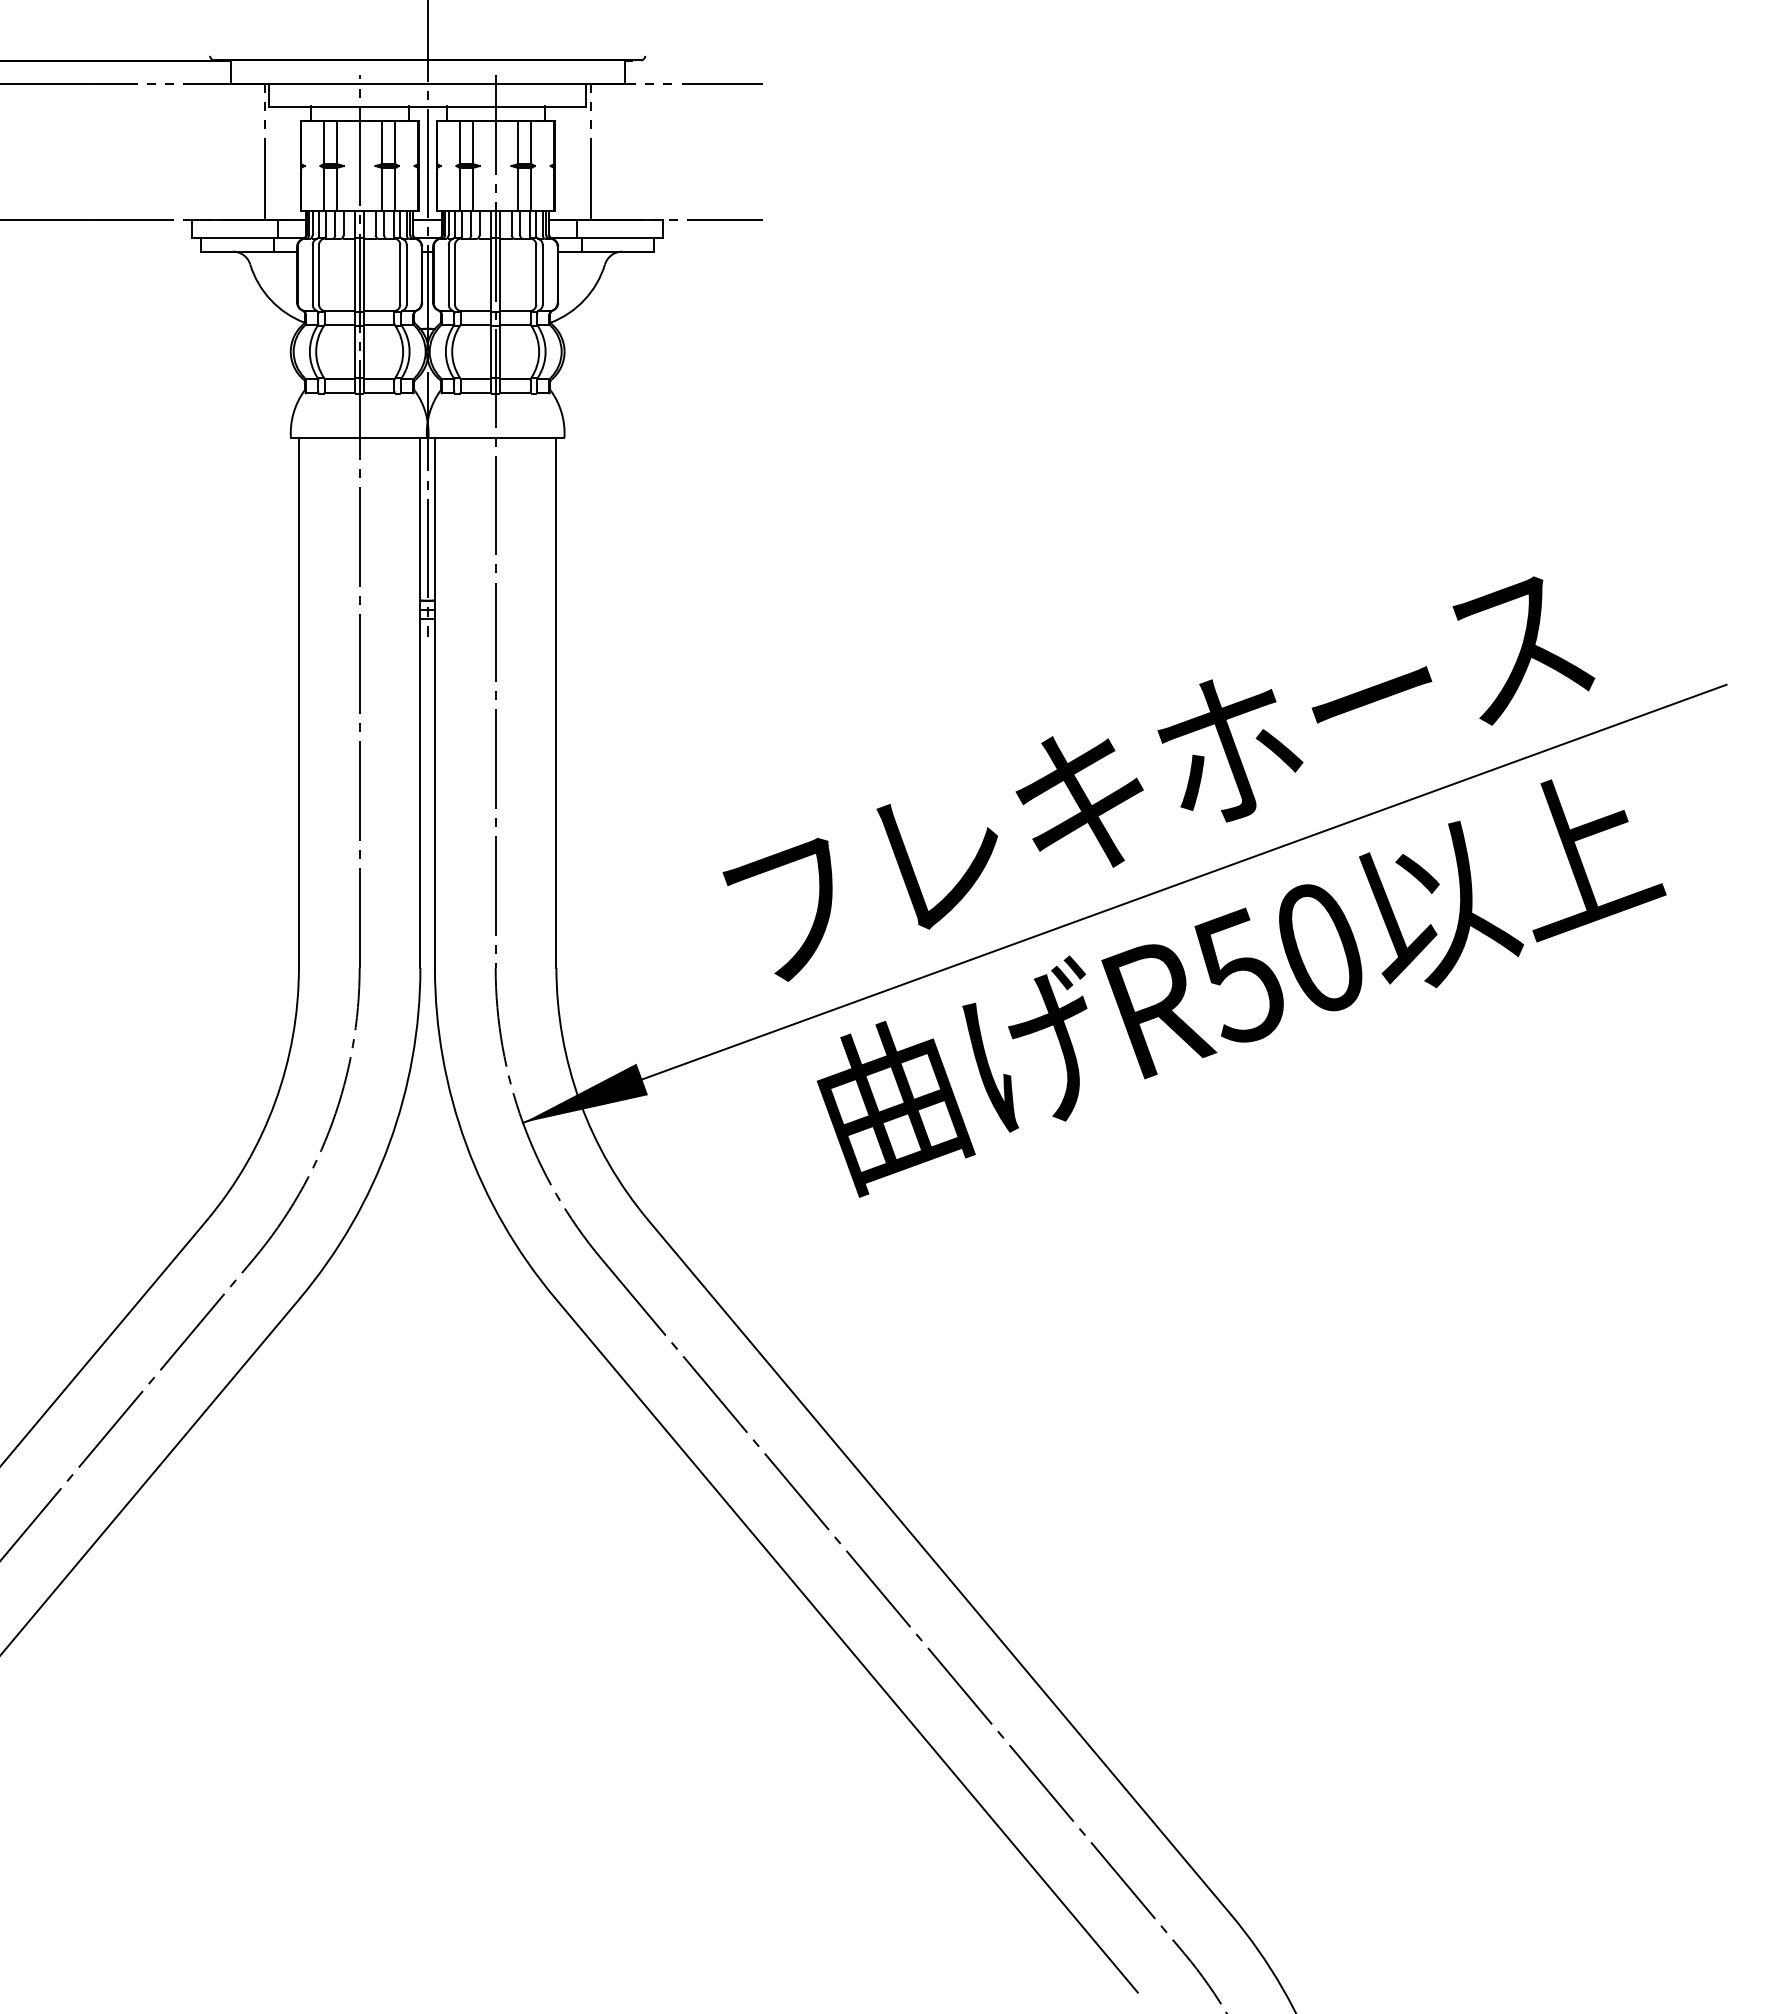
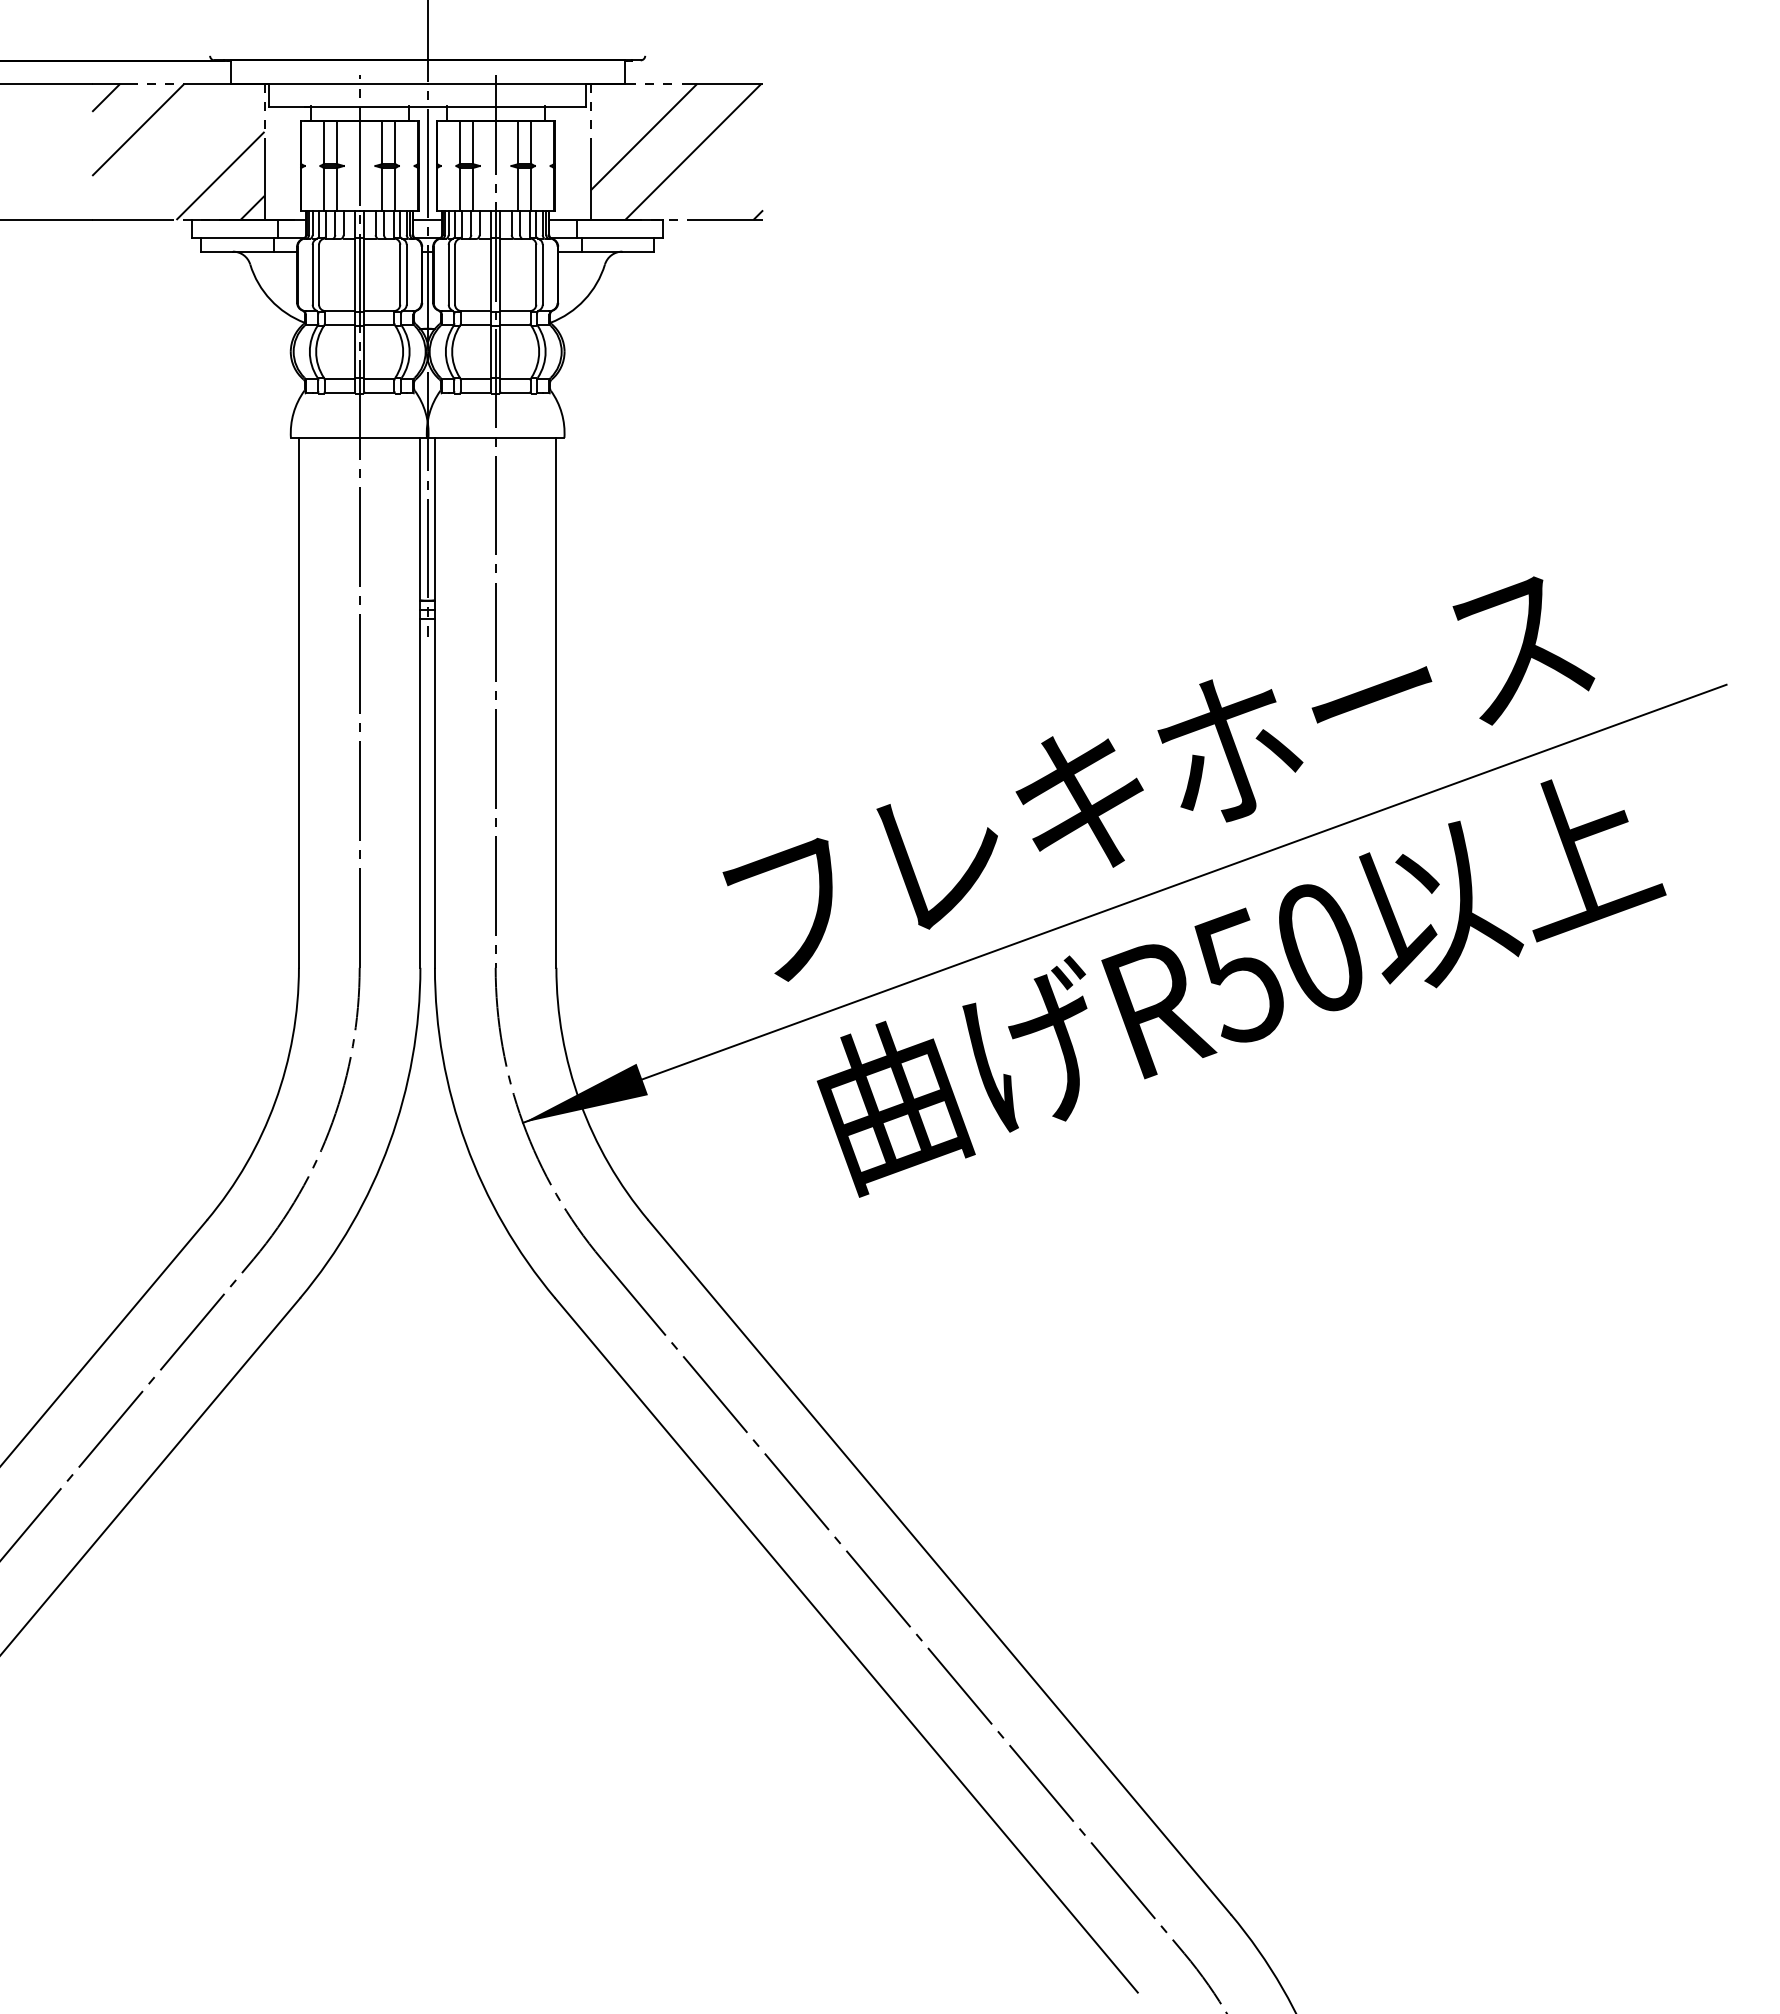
hatch at (178, 151): none -> present
hatch at (676, 151): none -> present
